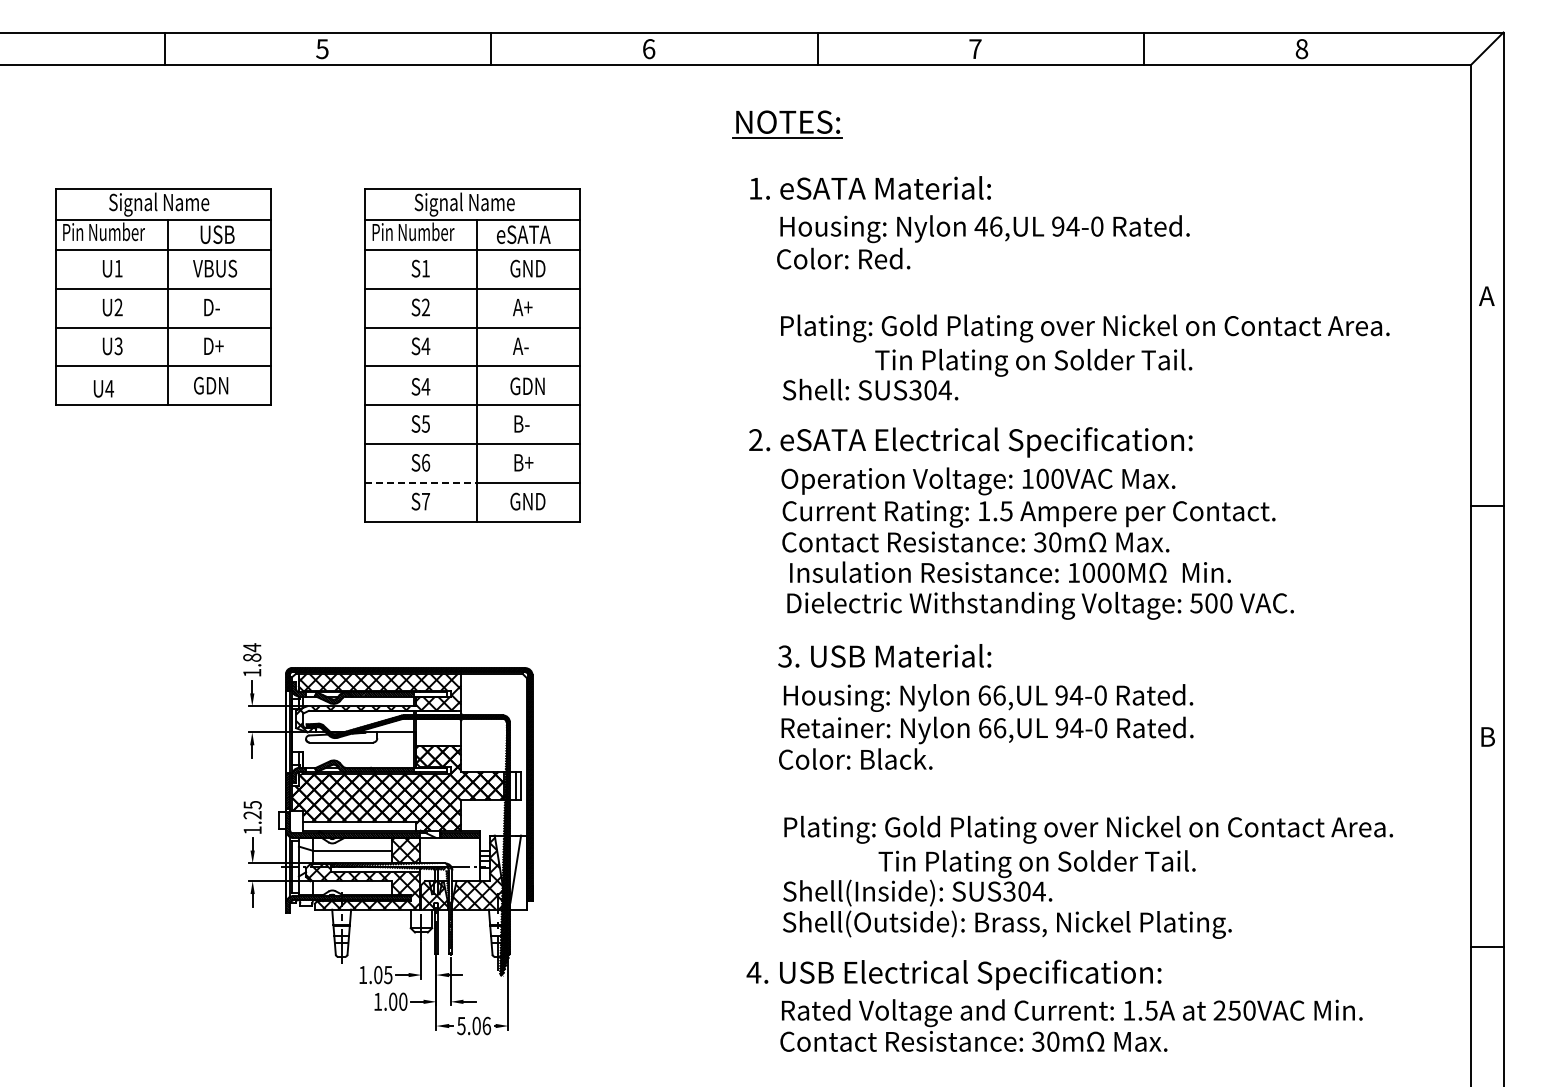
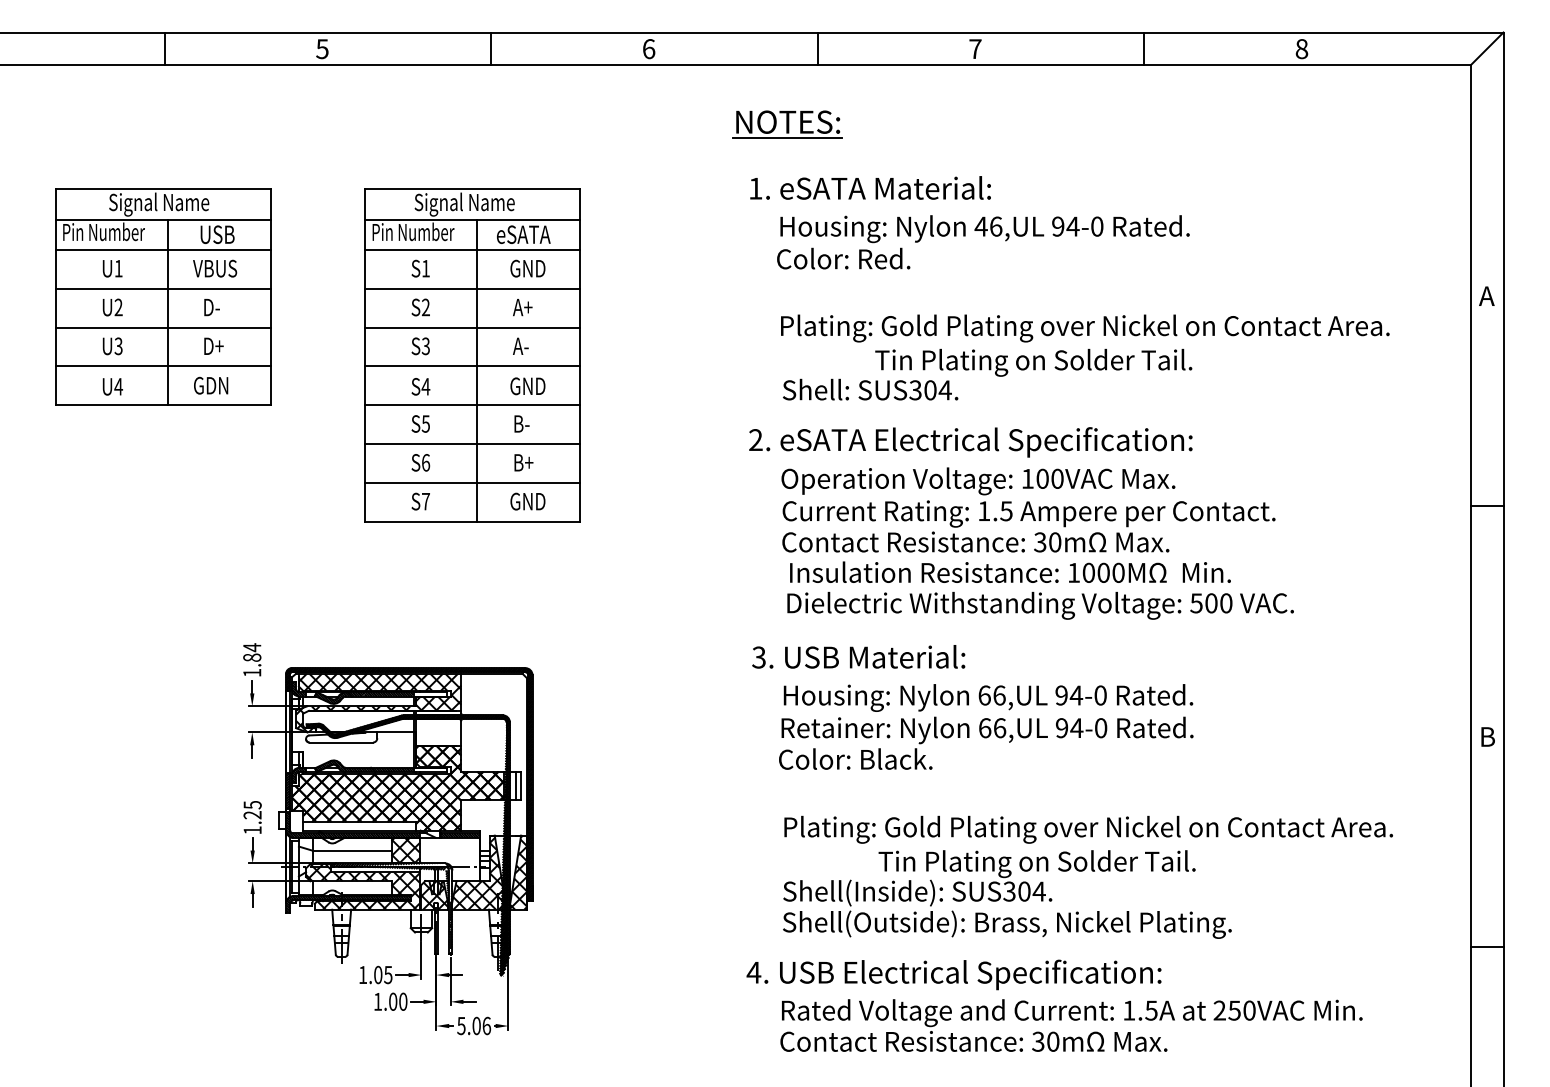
text at (425, 346): S4 -> S3
text at (534, 385): GDN -> GND
text at (103, 388) position: (103, 388) -> (112, 386)
line at (421, 482): dashed -> solid
text at (884, 655) position: (884, 655) -> (858, 656)
hatch at (518, 872): none -> present
